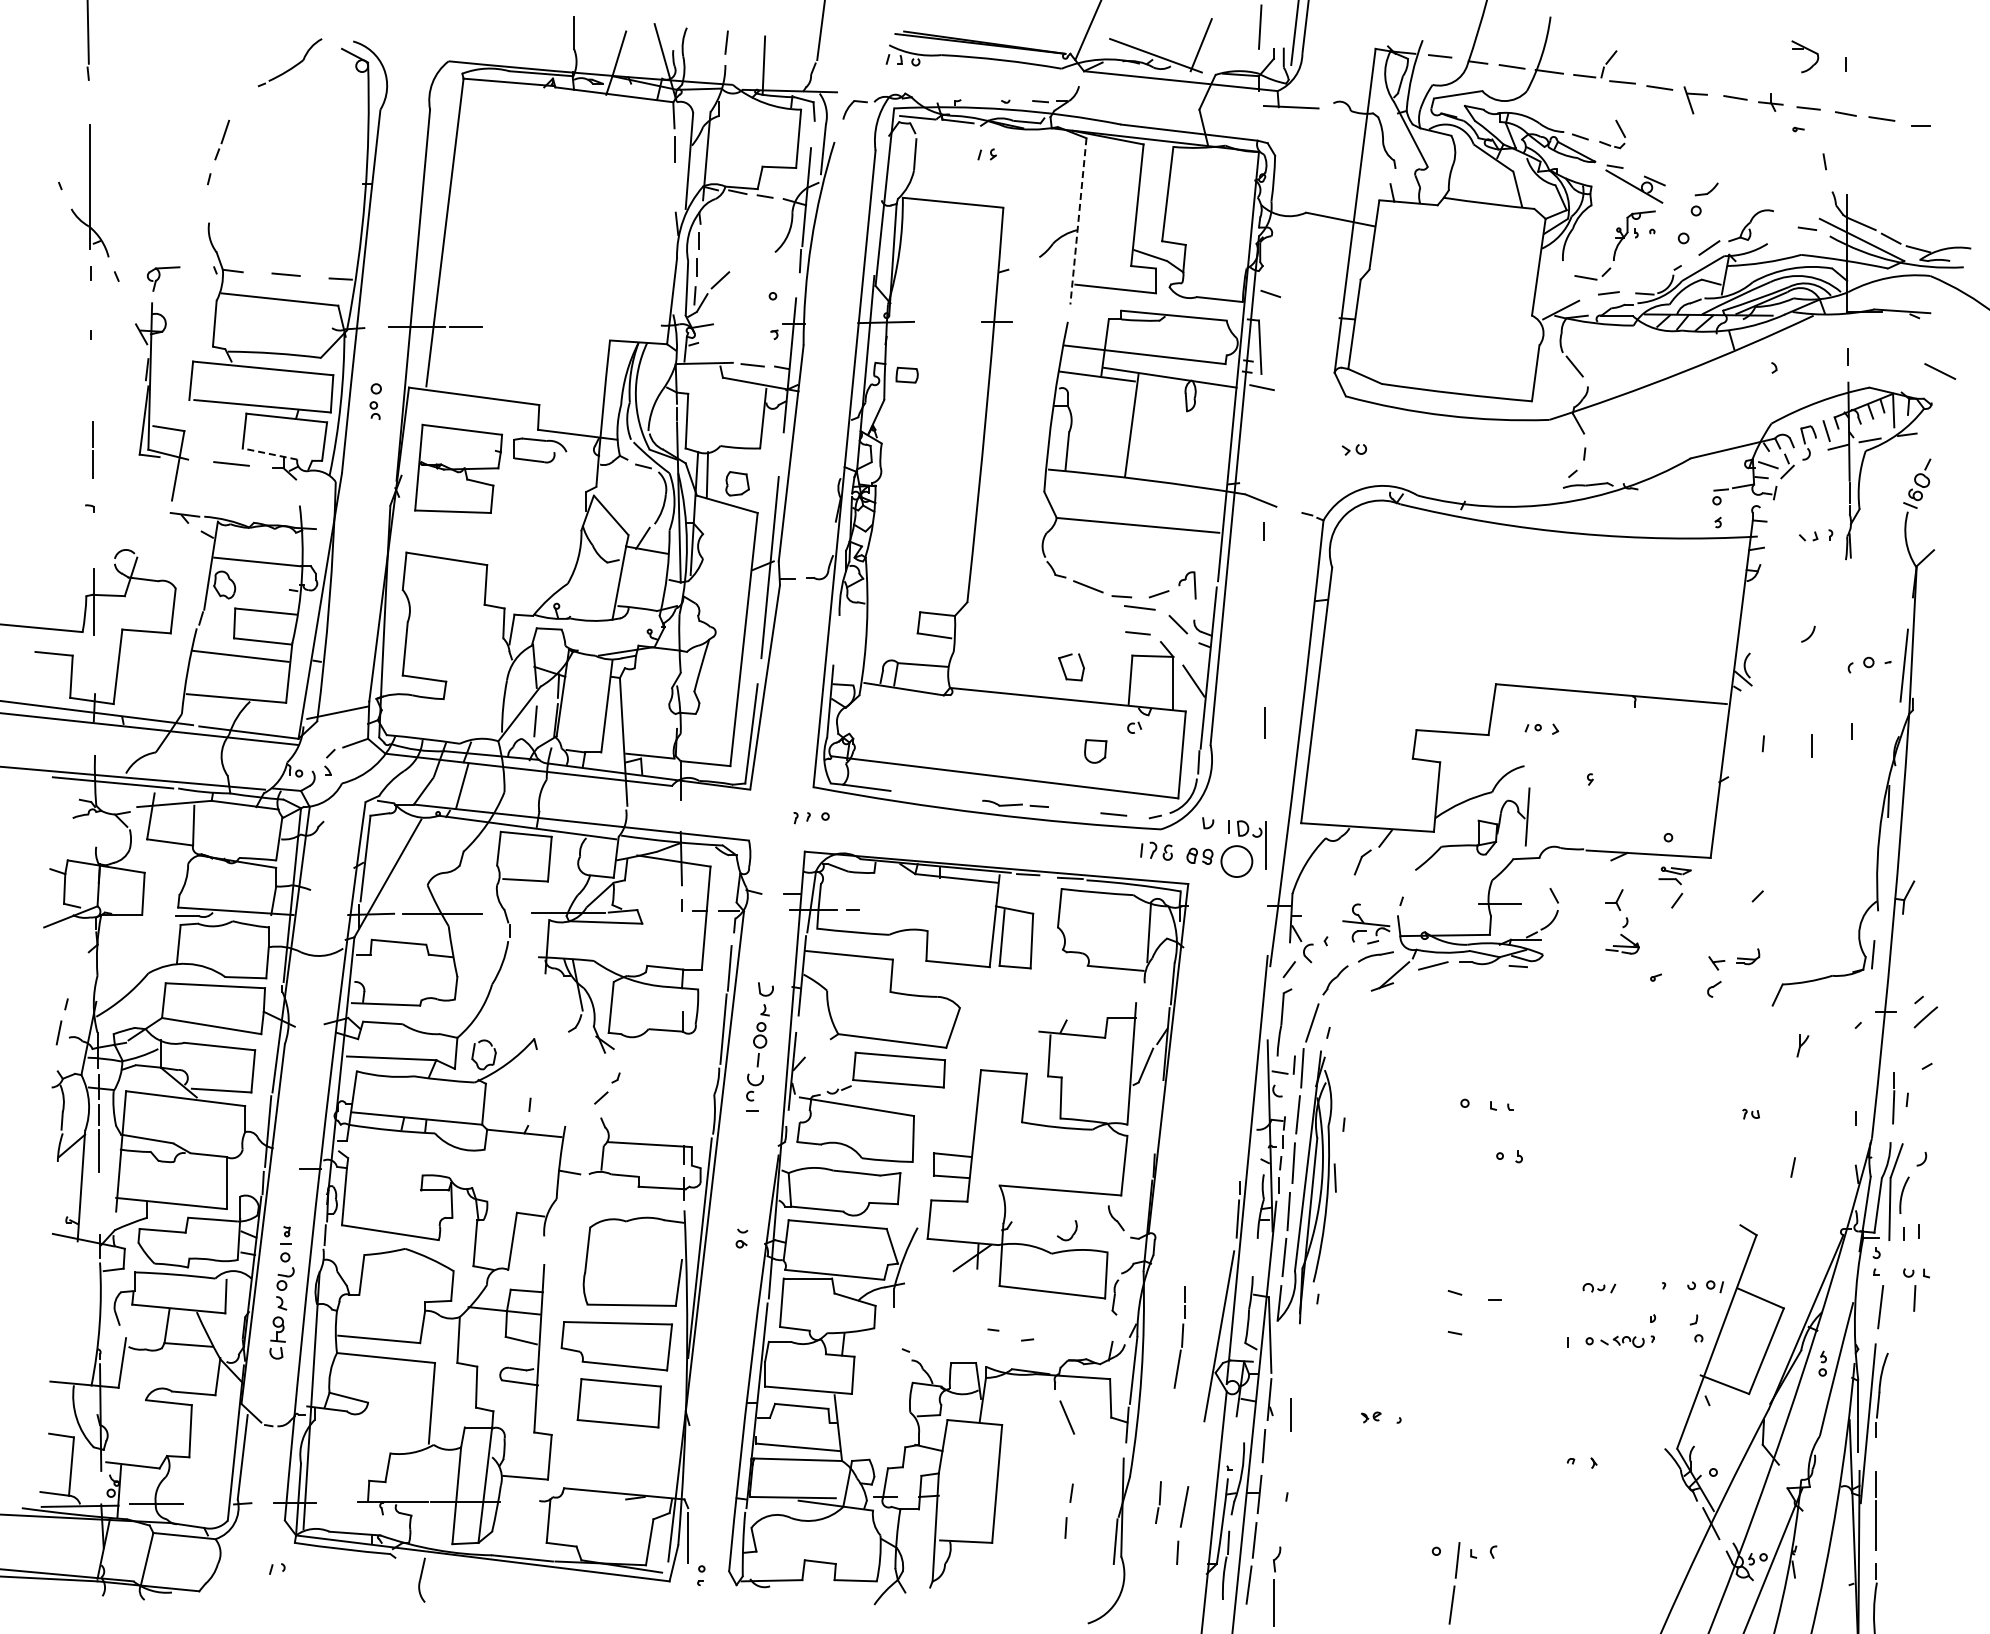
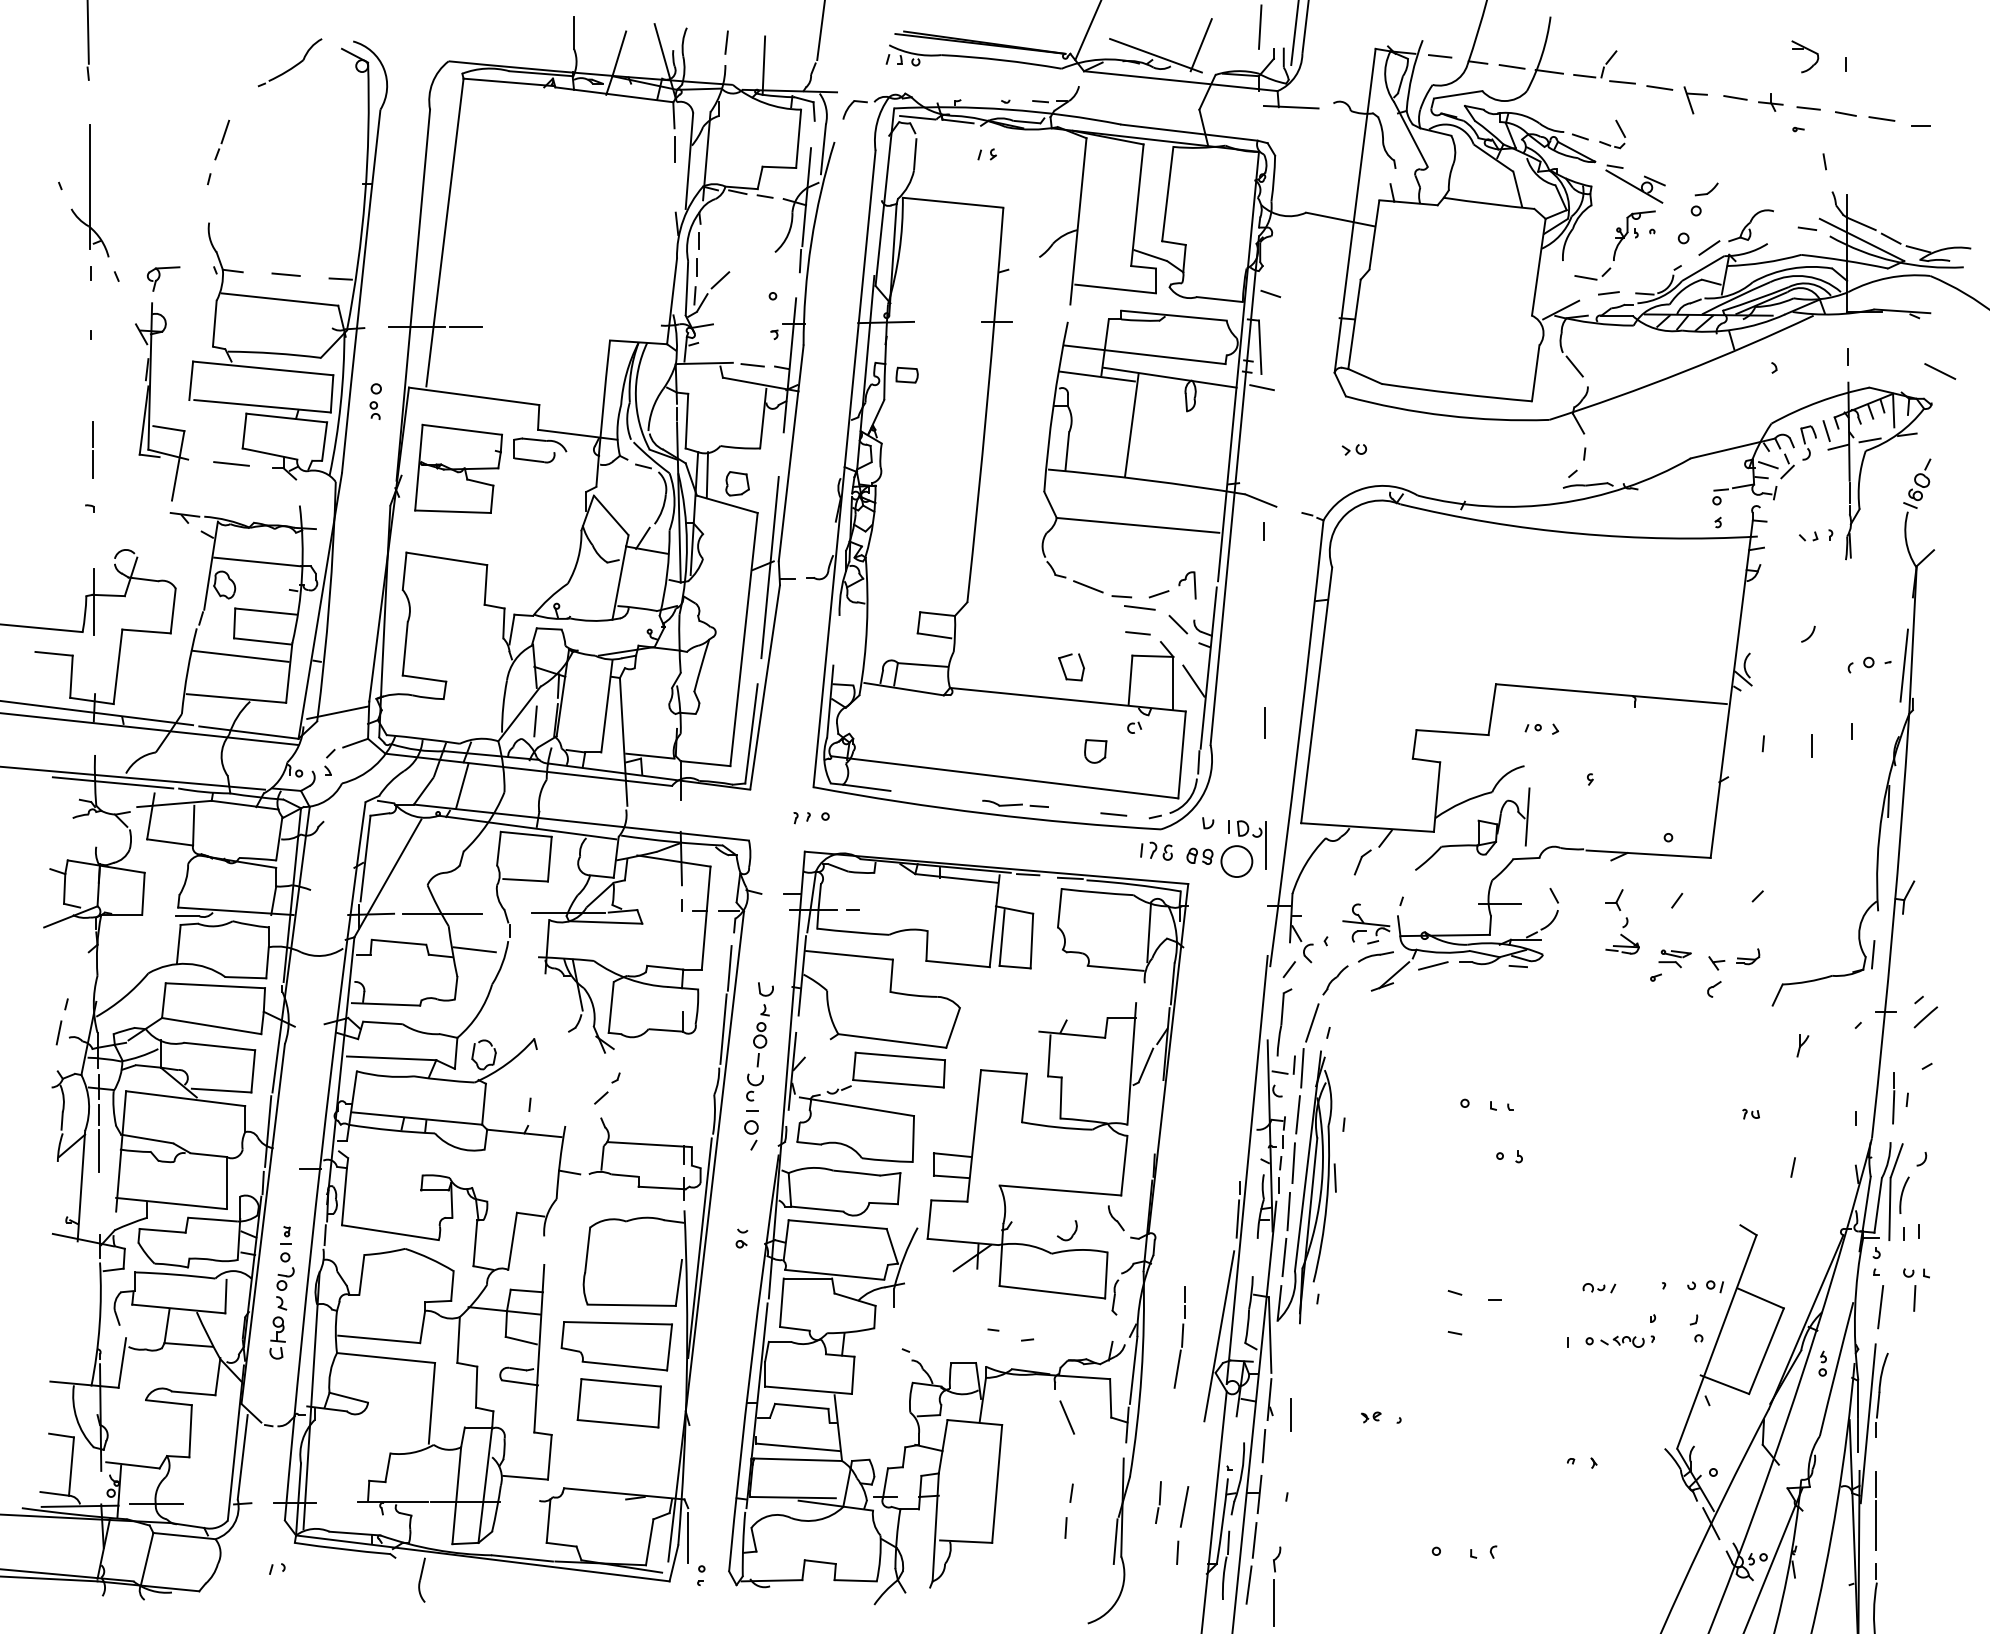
line at (1078, 221): dashed -> solid
line at (270, 454): dashed -> solid
part at (1674, 875) position: (1674, 875) -> (1674, 958)
line at (474, 949): none -> present
part at (751, 1135): none -> present
line at (1454, 1585): present -> none
